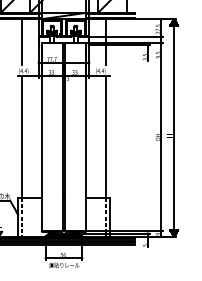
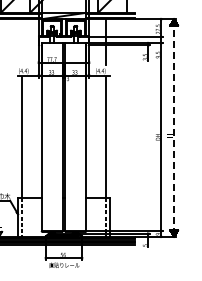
line at (21, 42): present -> none
line at (174, 127): solid -> dashed
